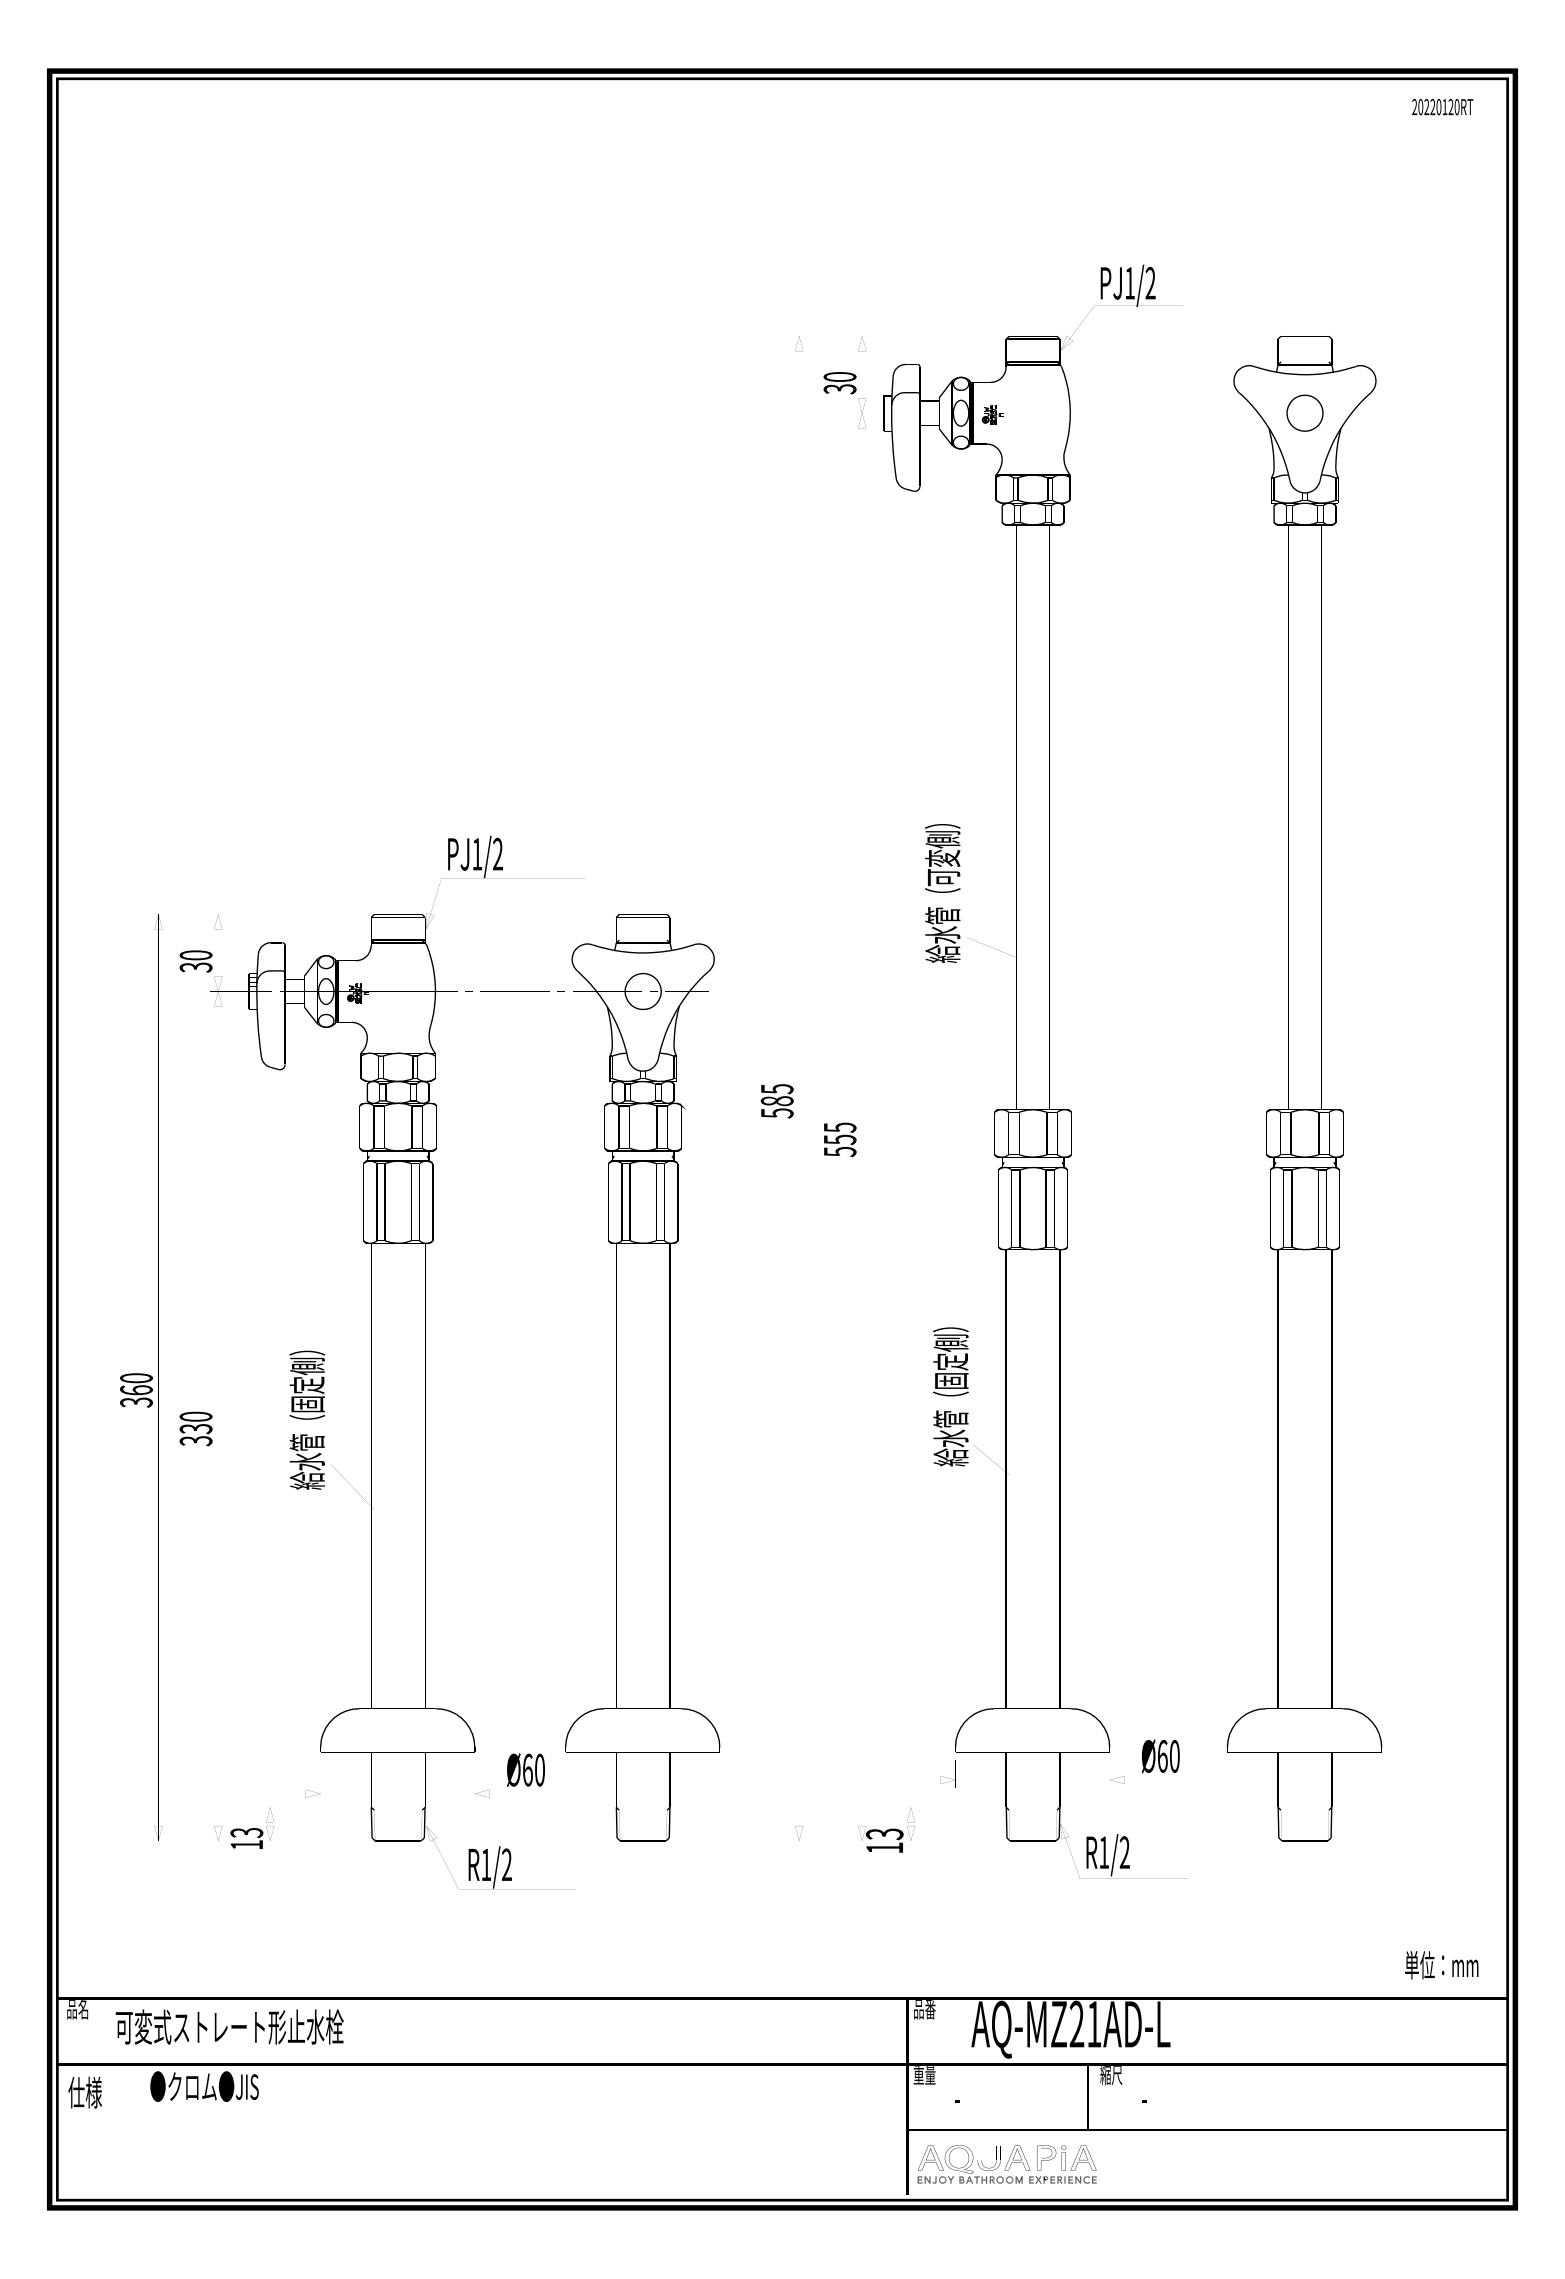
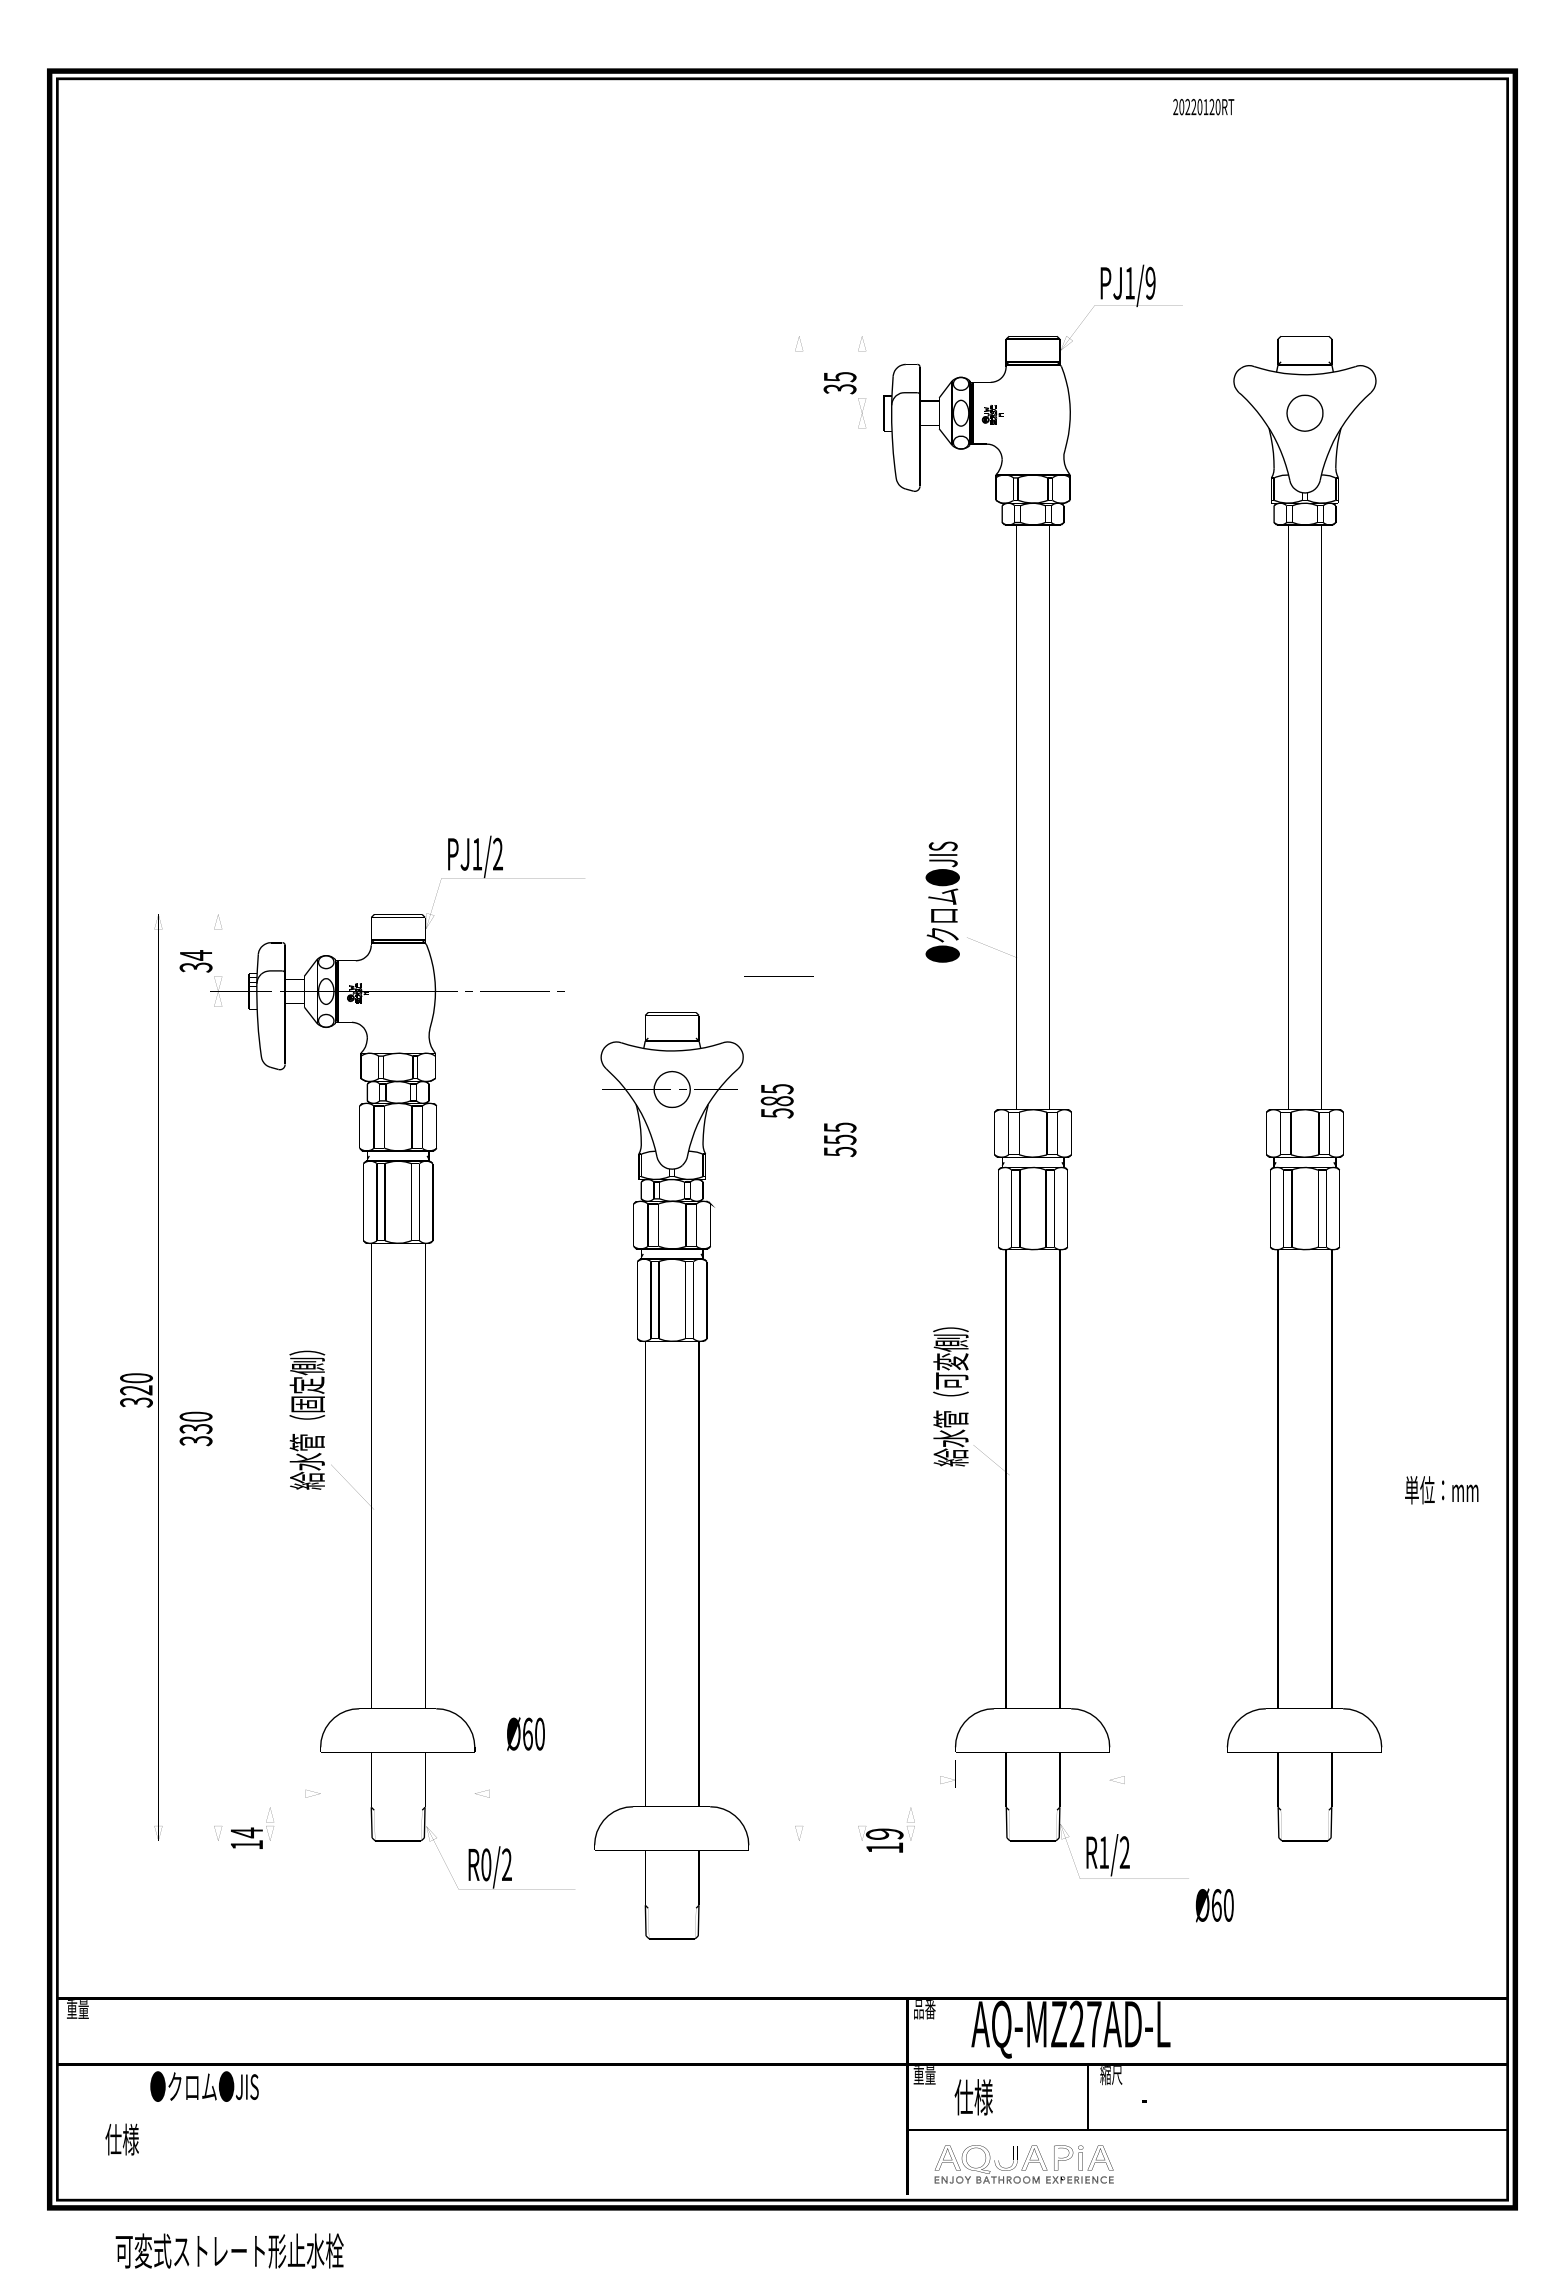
text at (1442, 107) position: (1442, 107) -> (1203, 107)
text at (1150, 283): PJ1/2 -> PJ1/9
text at (839, 377): 30 -> 35
text at (942, 893): 給水管（可変側） -> ●クロム●JIS
text at (195, 955): 30 -> 34
line at (778, 976): none -> present
text at (951, 1371): 給水管（固定側） -> 給水管（可変側）
part at (642, 1377) position: (642, 1377) -> (671, 1475)
text at (136, 1390): 360 -> 320
text at (1160, 1756) position: (1160, 1756) -> (1214, 1905)
text at (525, 1769) position: (525, 1769) -> (525, 1733)
text at (246, 1832): 13 -> 14
text at (884, 1834): 13 -> 19
text at (486, 1864): R1/2 -> R0/2
text at (1441, 1965) position: (1441, 1965) -> (1441, 1490)
text at (77, 2009): 品名 -> 重量
text at (1094, 2024): AQ-MZ21AD-L -> AQ-MZ27AD-L
text at (229, 2026) position: (229, 2026) -> (229, 2250)
text at (84, 2092) position: (84, 2092) -> (121, 2139)
text at (973, 2097): - -> 仕様
part at (1006, 2164) position: (1006, 2164) -> (1023, 2164)
